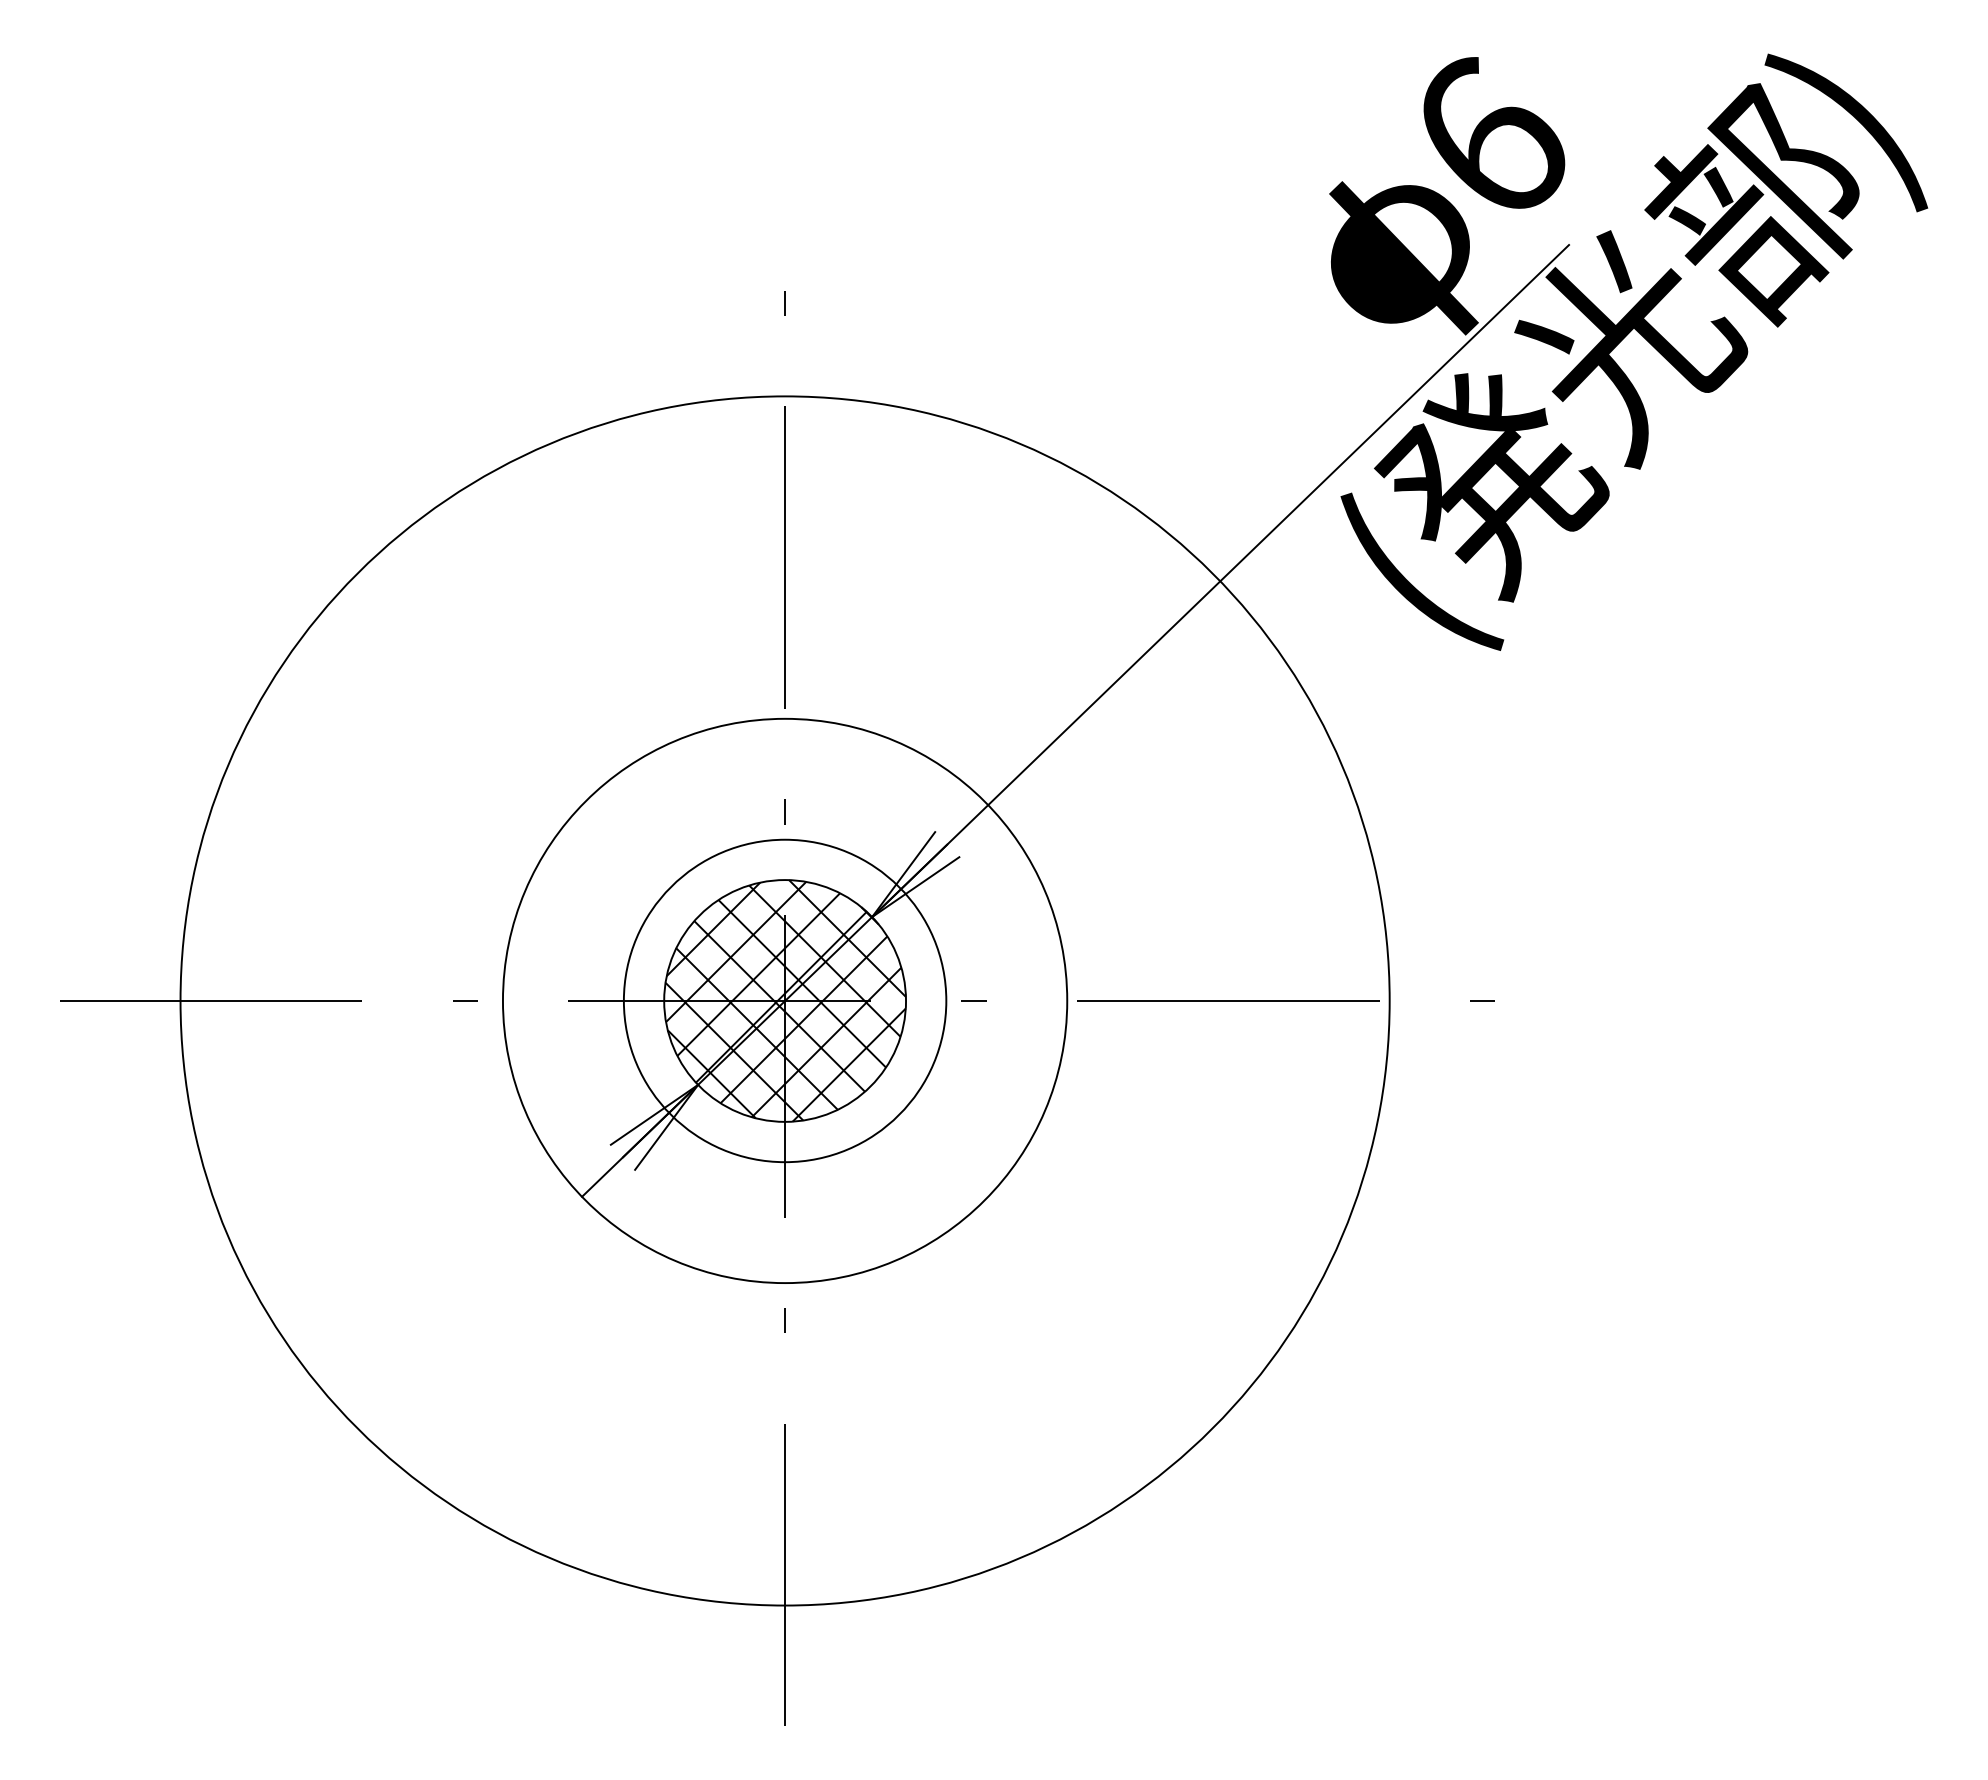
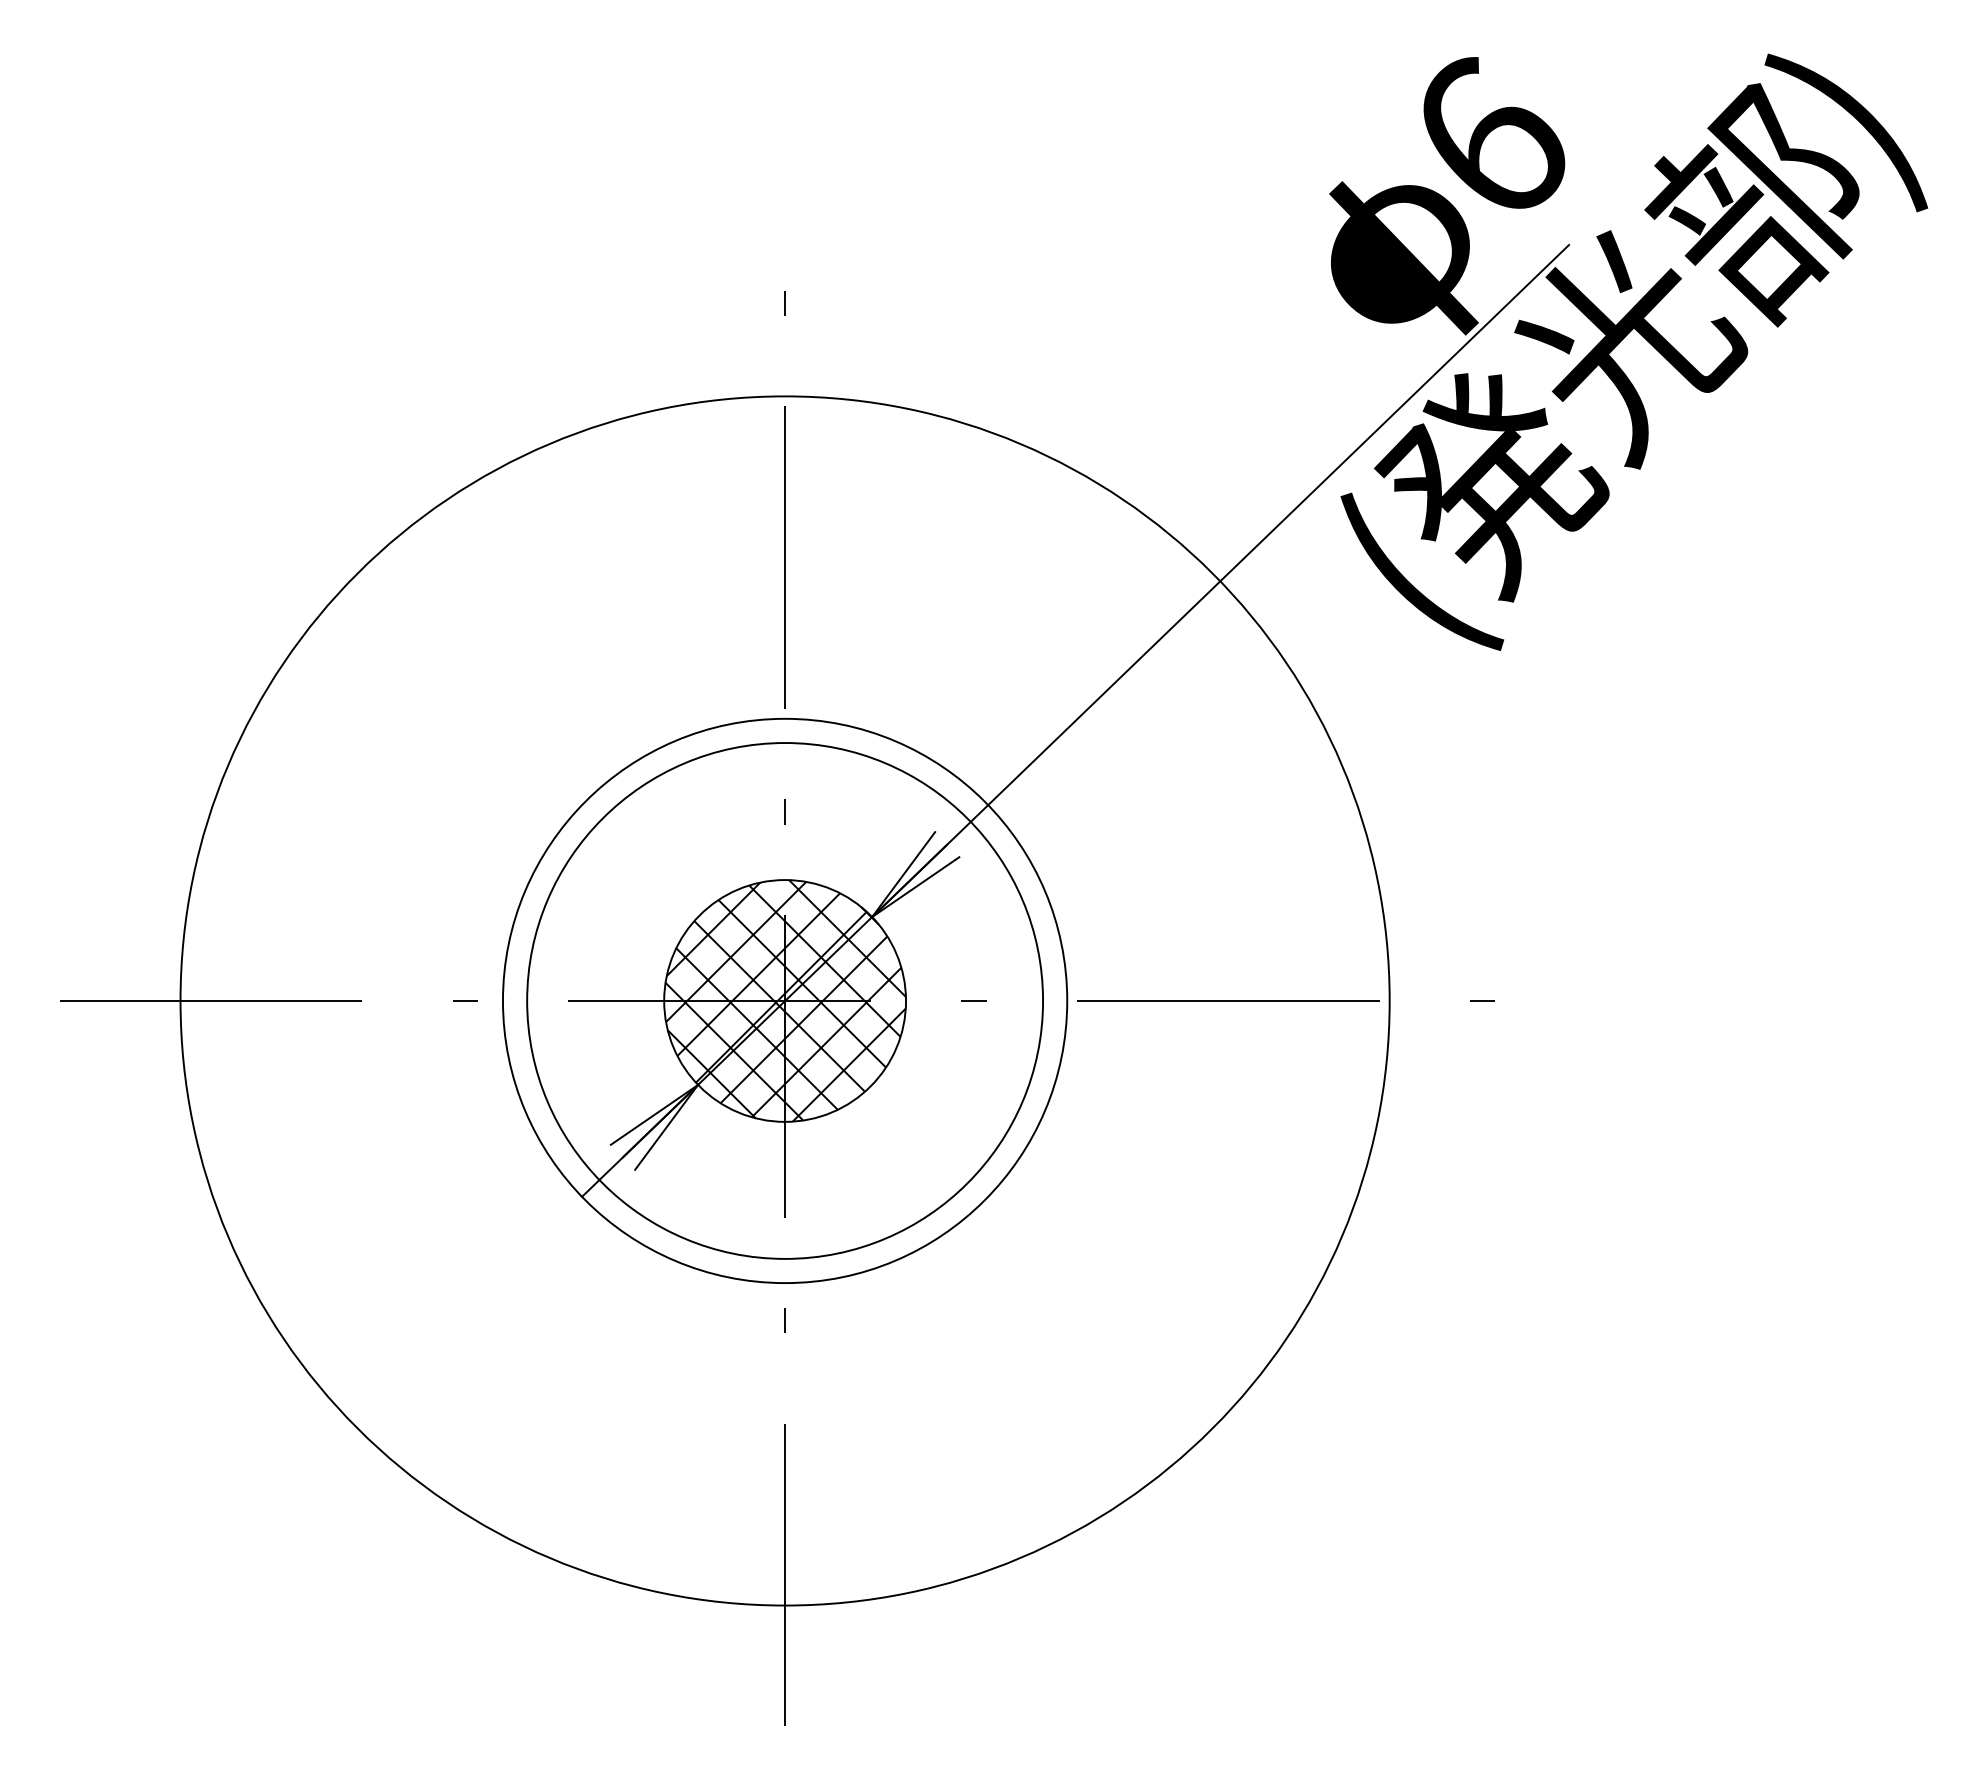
circle at (784, 1000) diameter: 322 px -> 516 px
